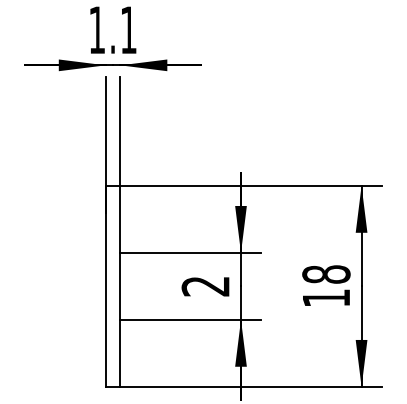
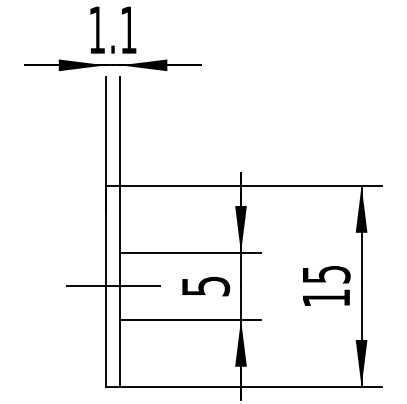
text at (326, 274): 18 -> 15
line at (112, 286): none -> present
text at (205, 286): 2 -> 5
